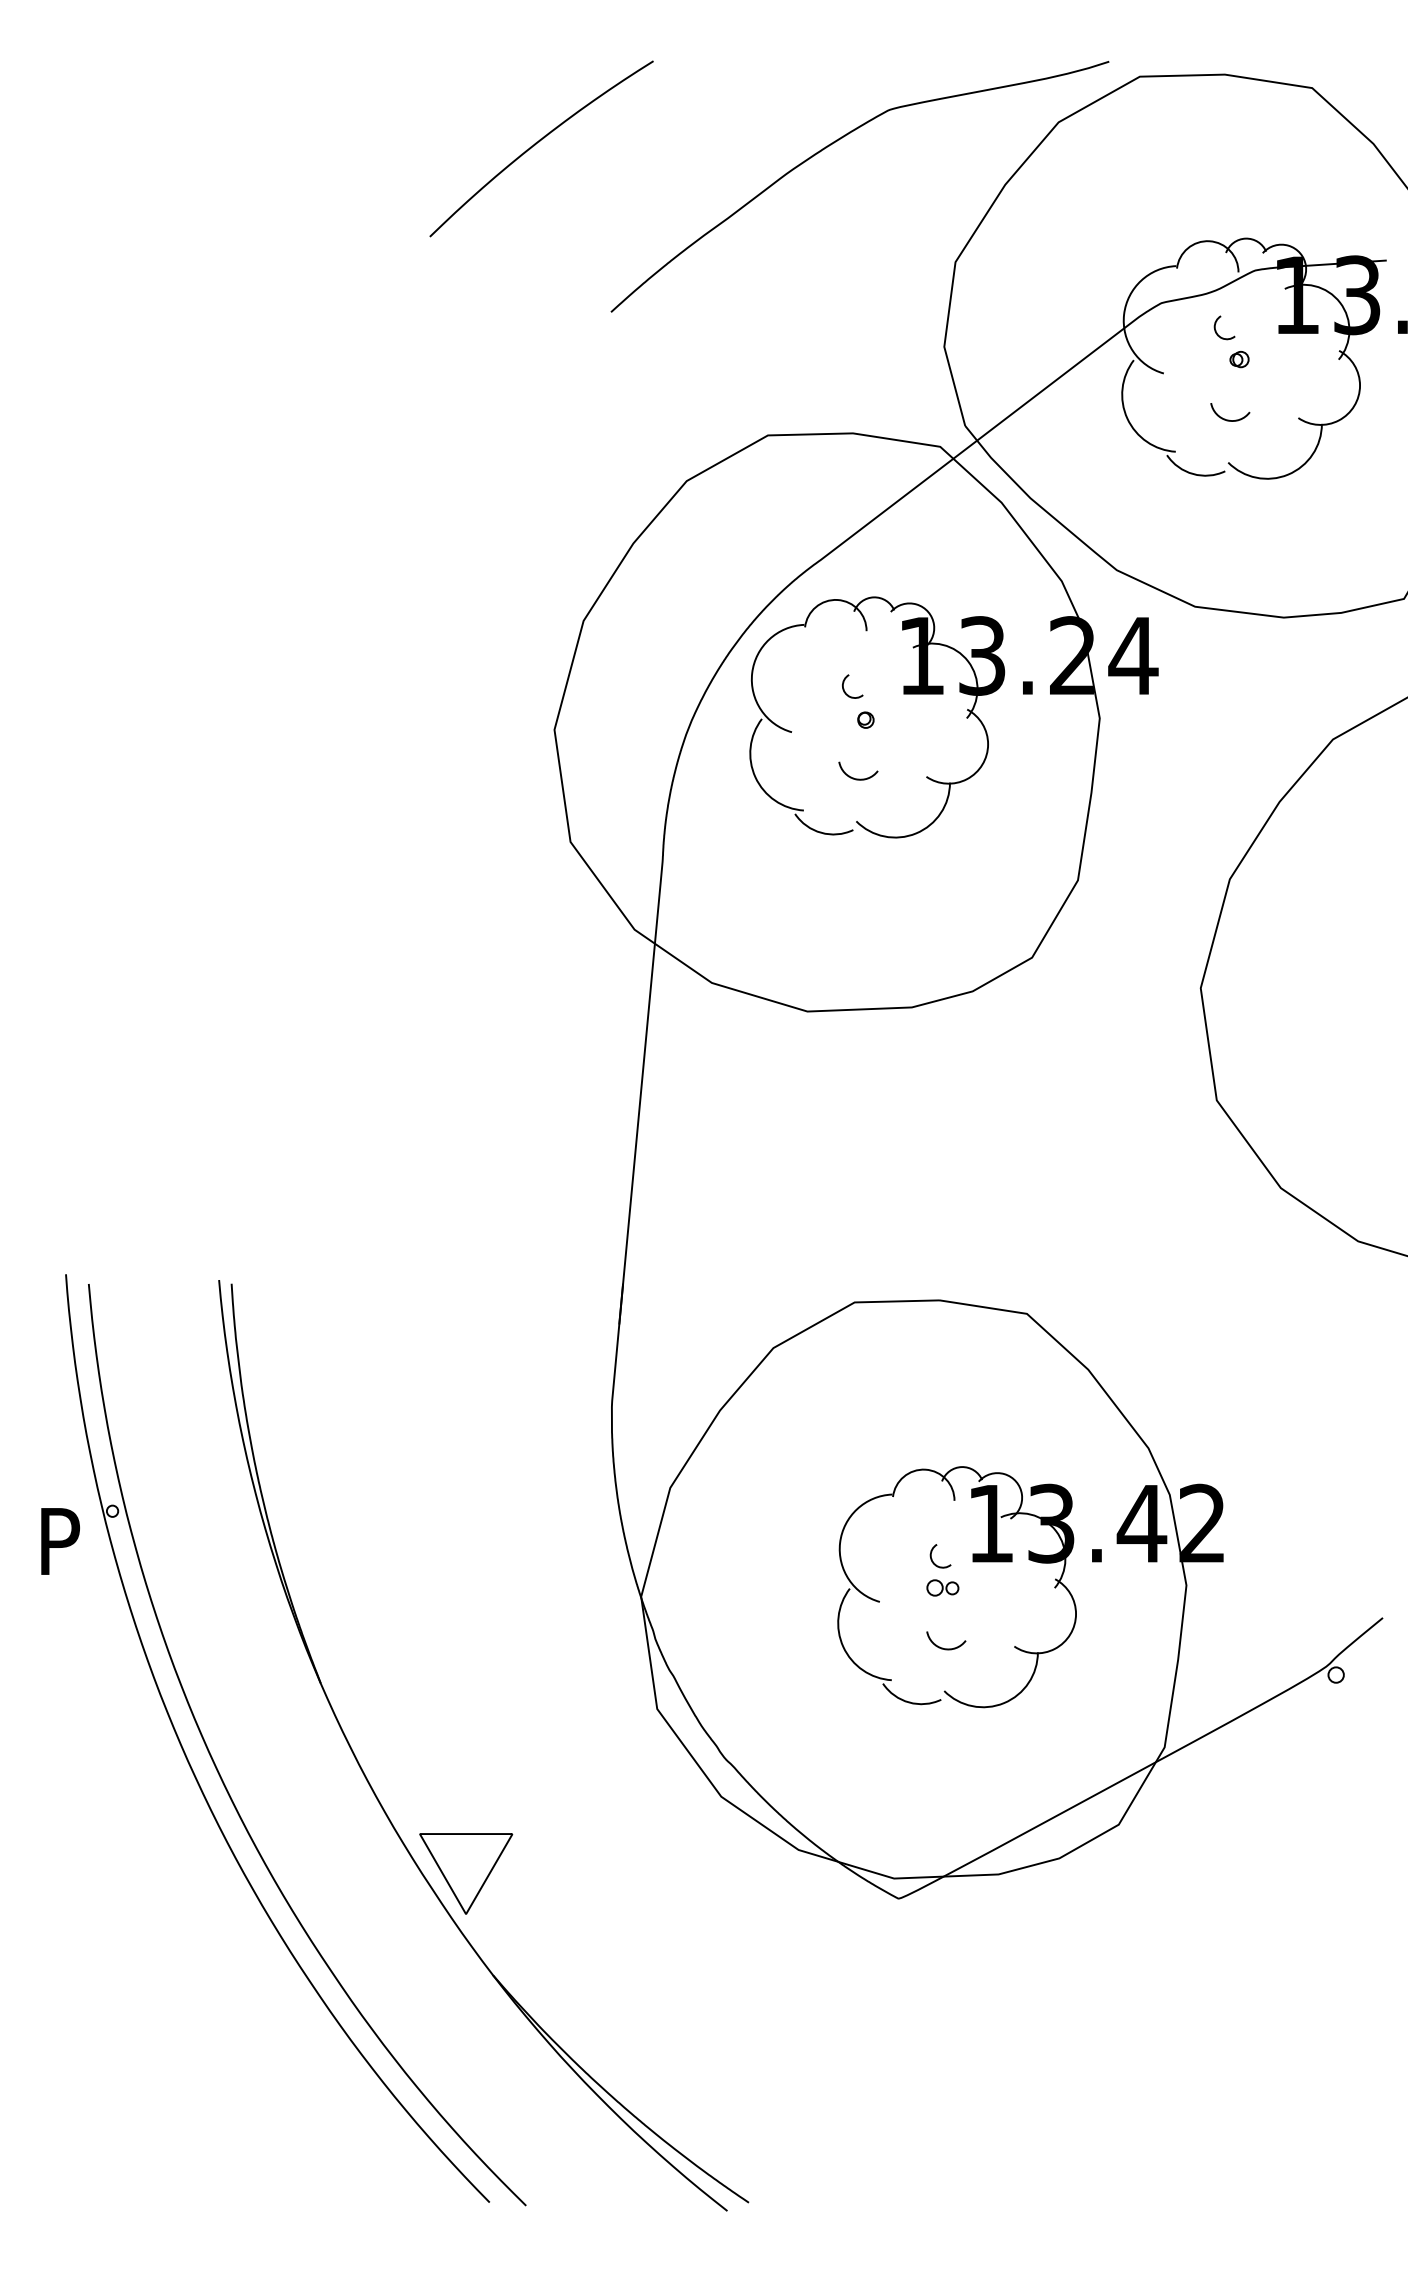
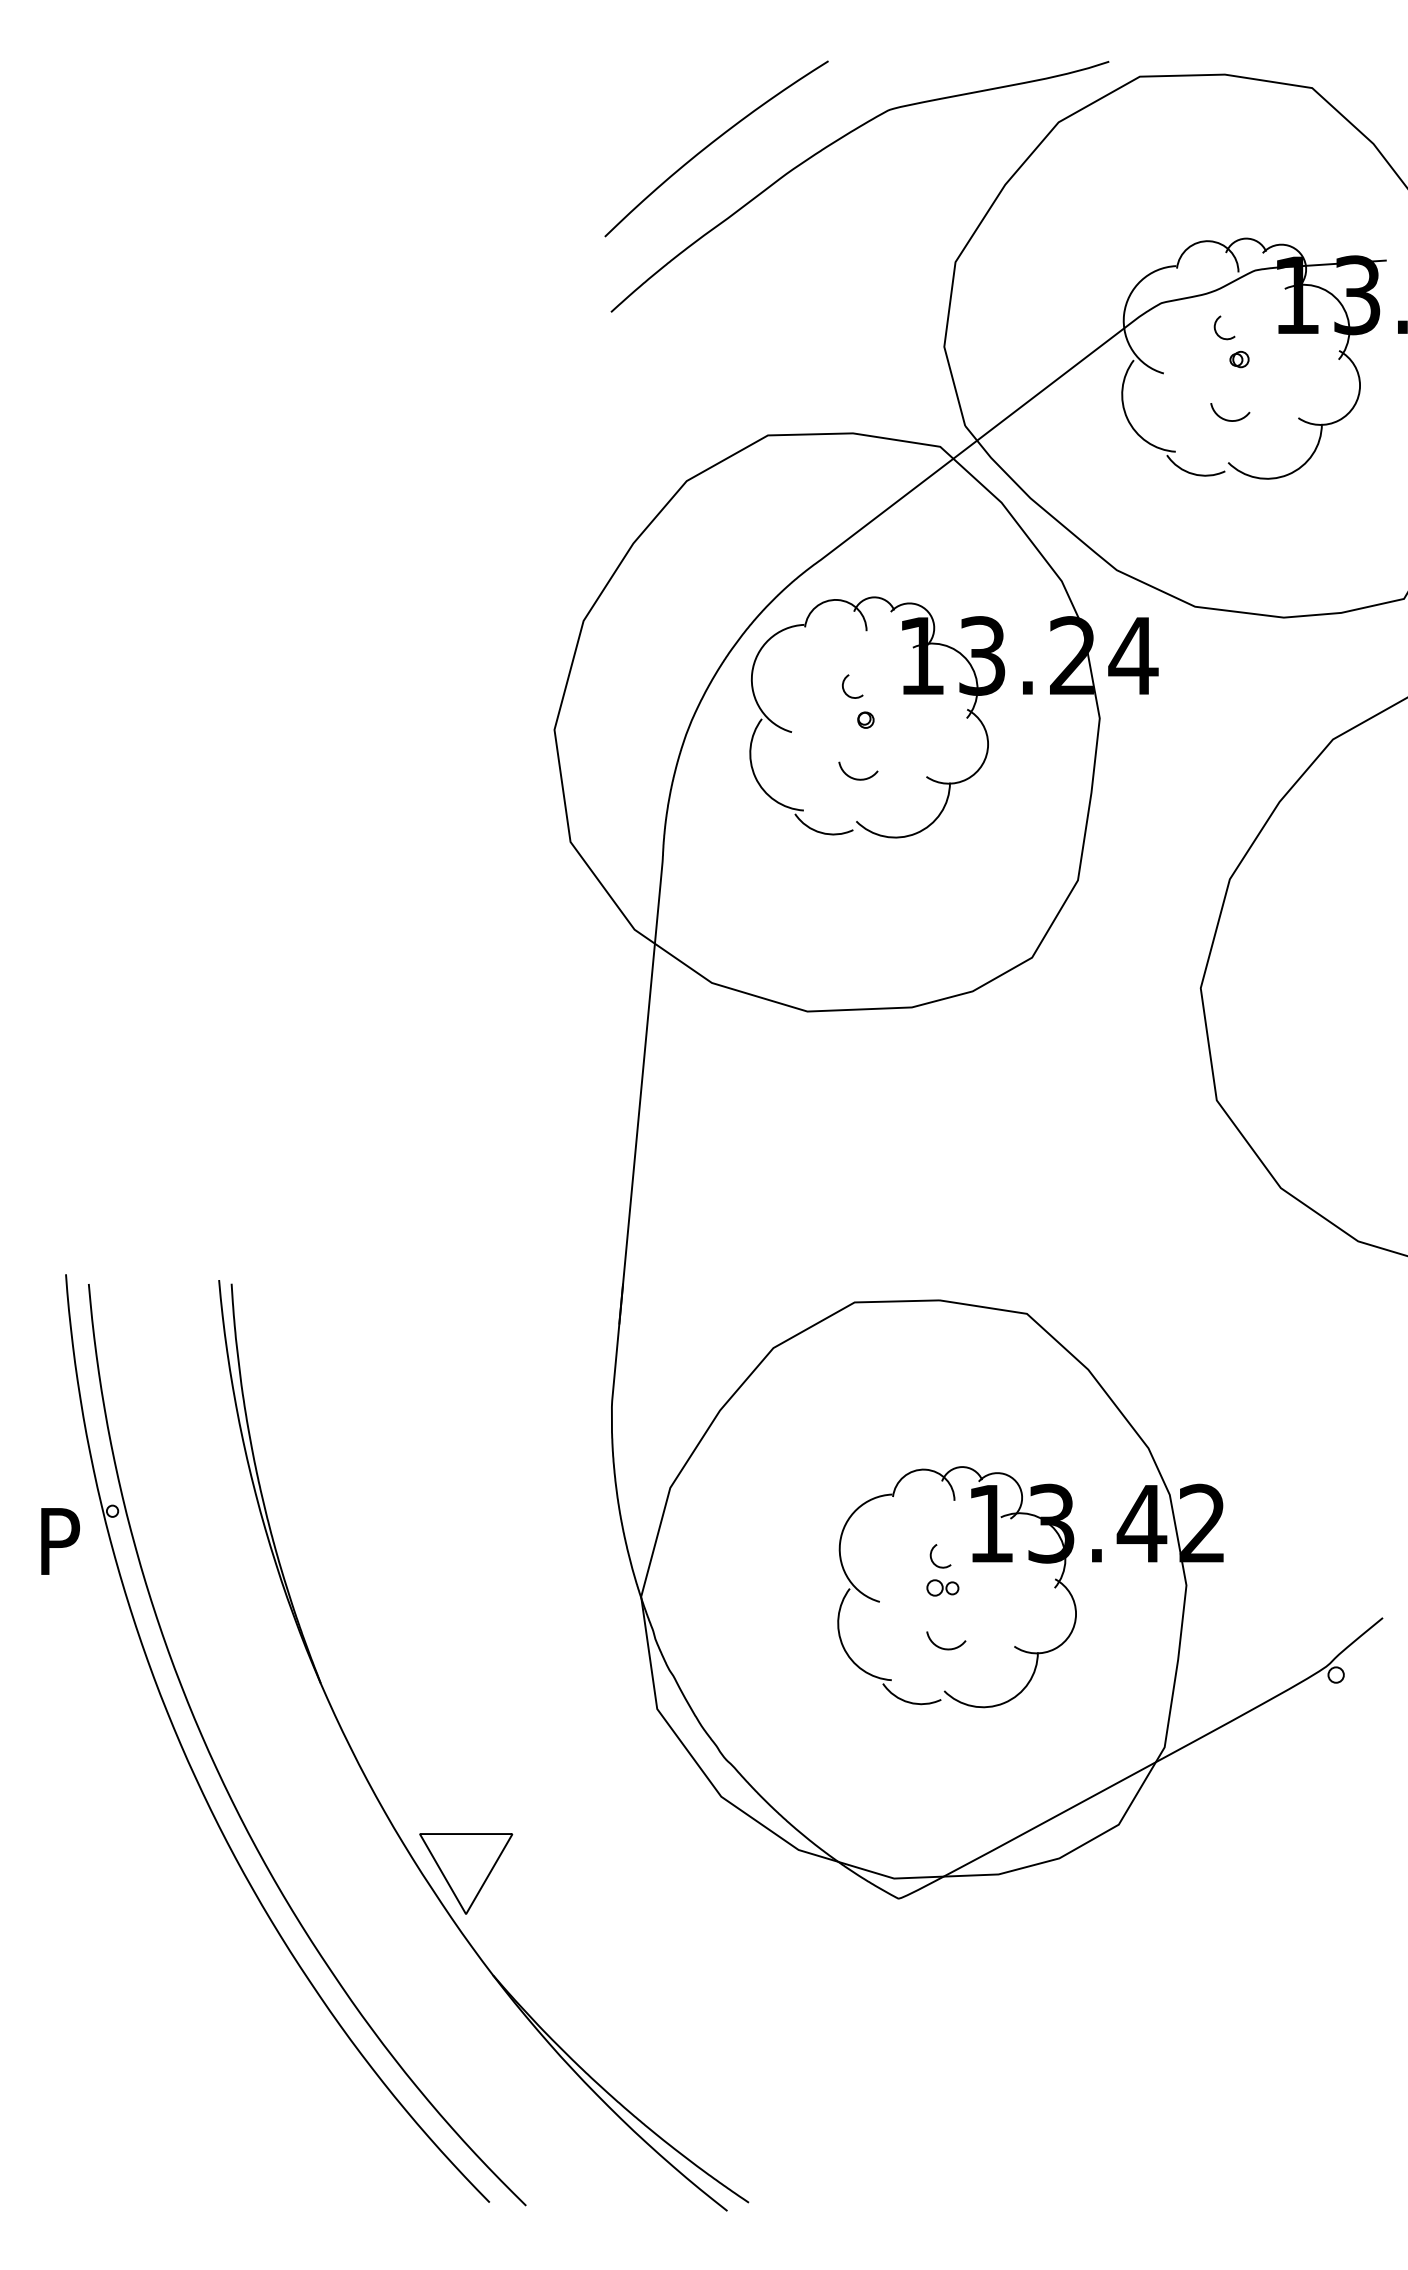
curve at (539, 142) position: (539, 142) -> (714, 142)
